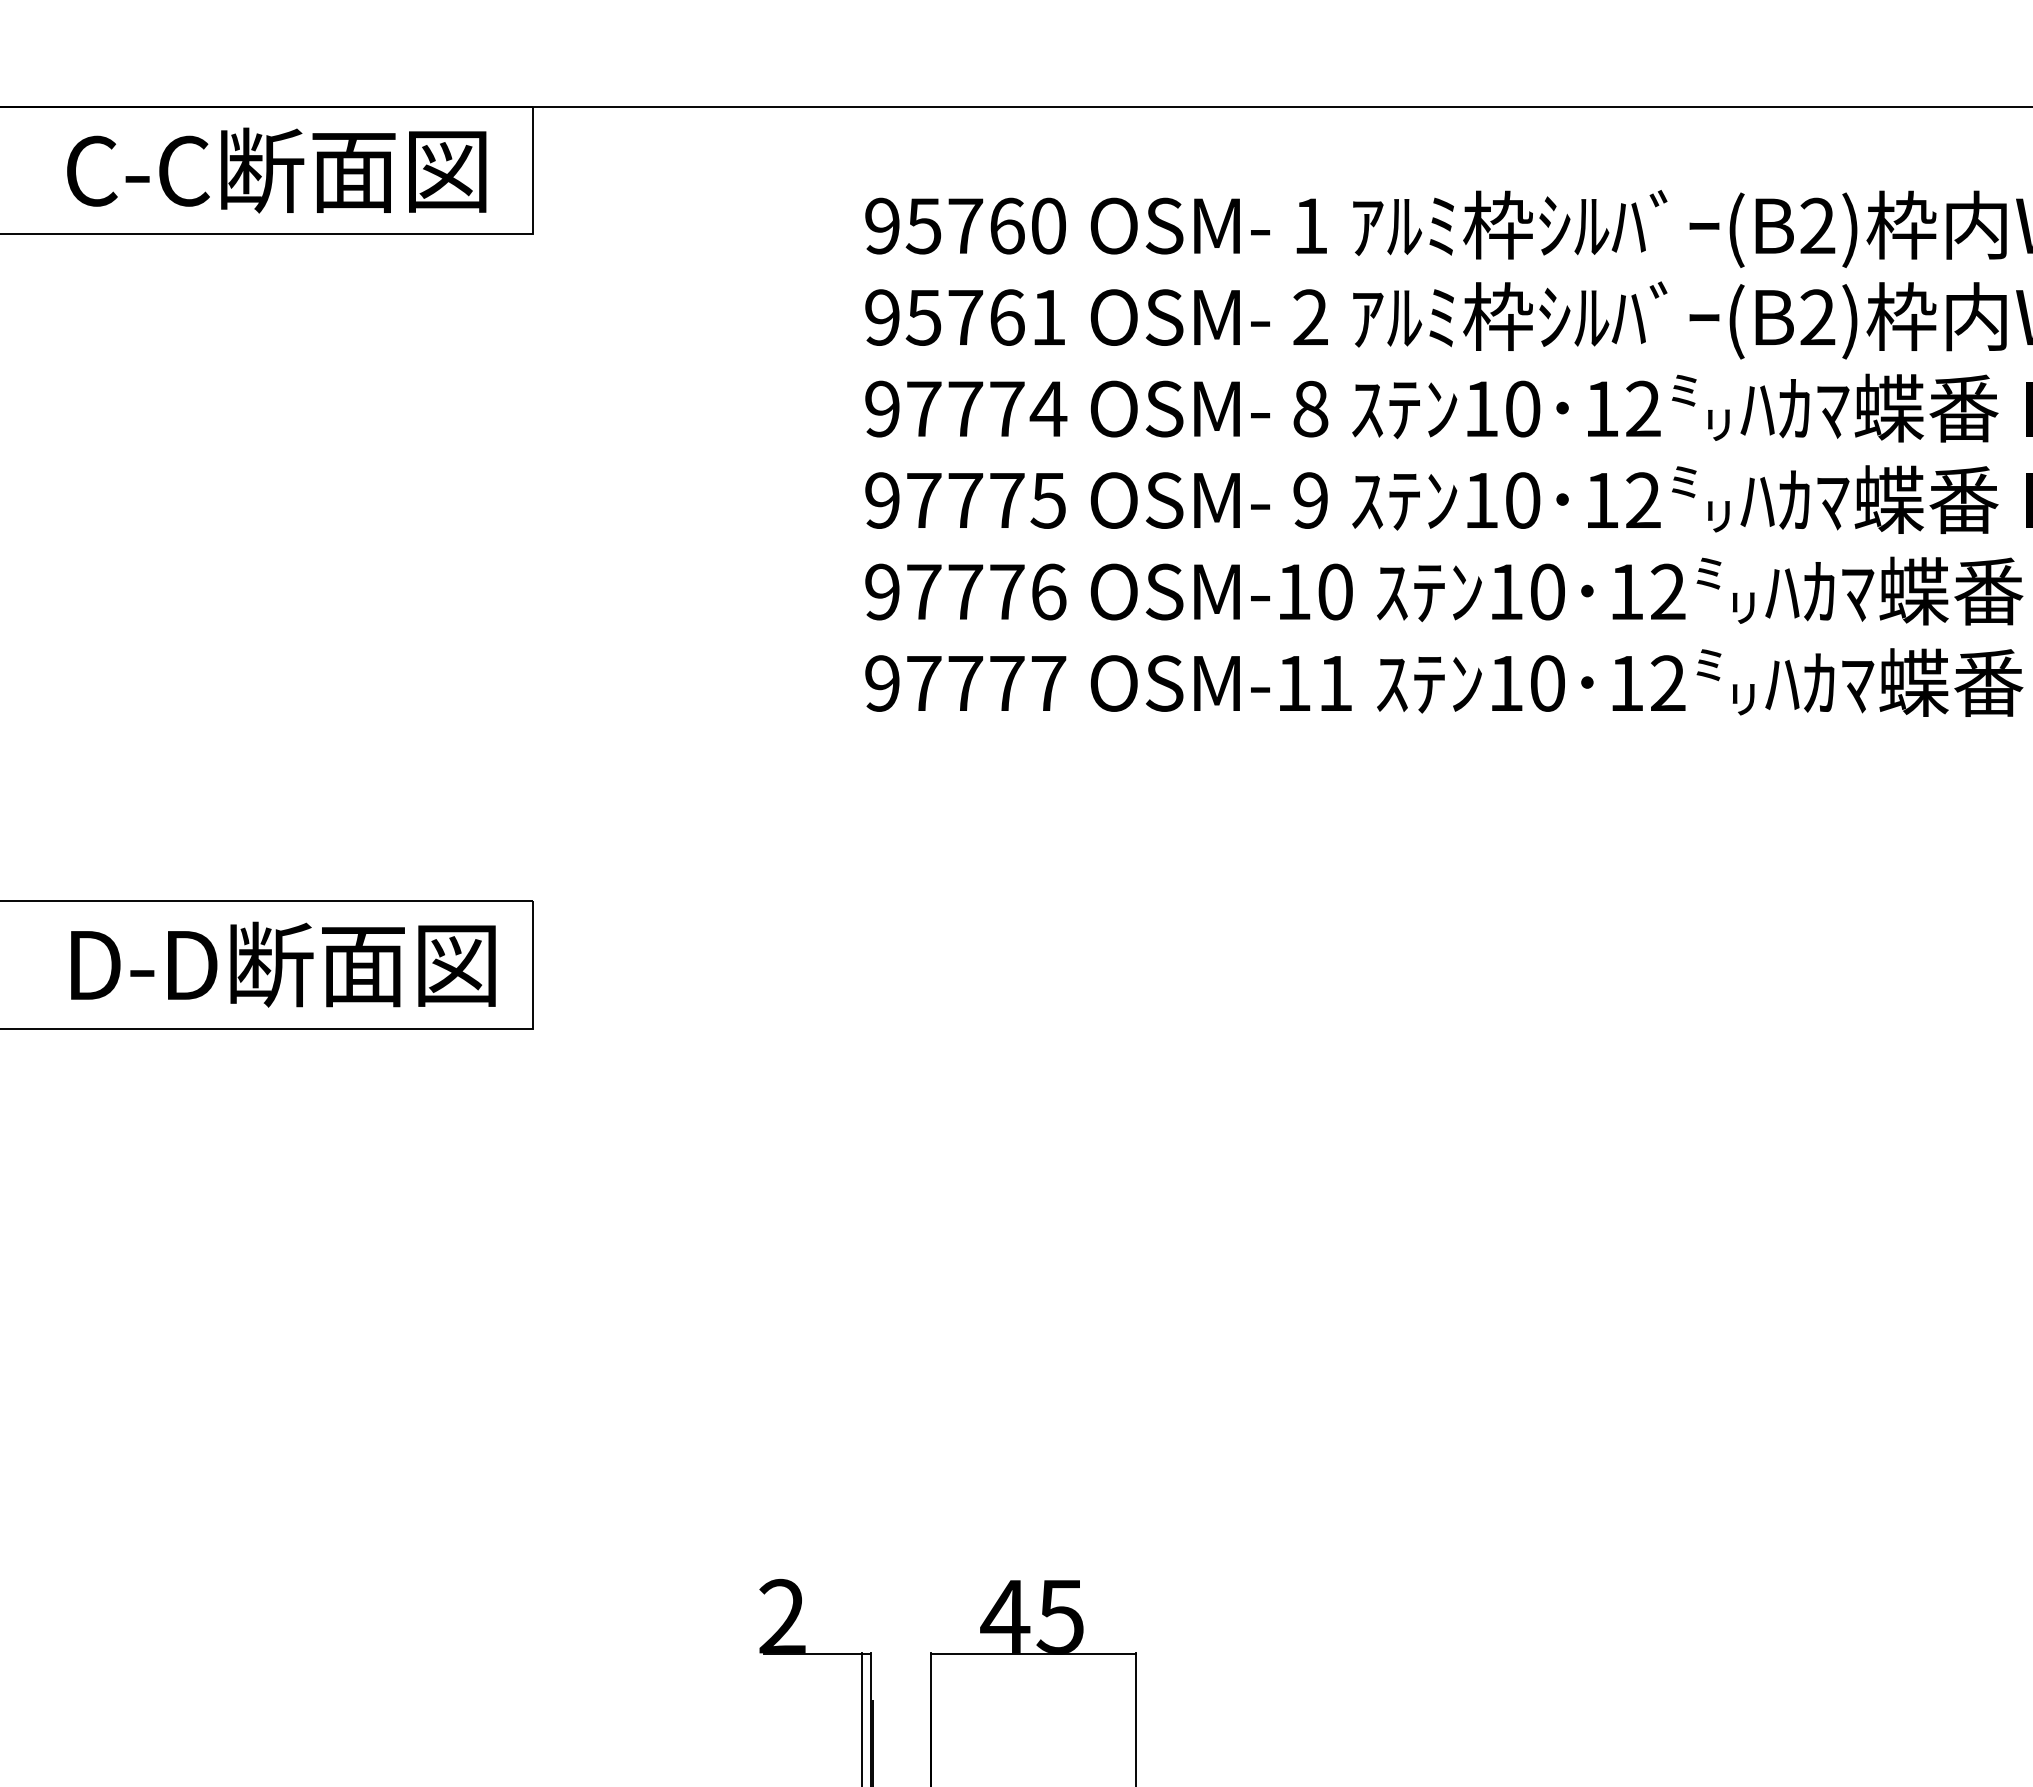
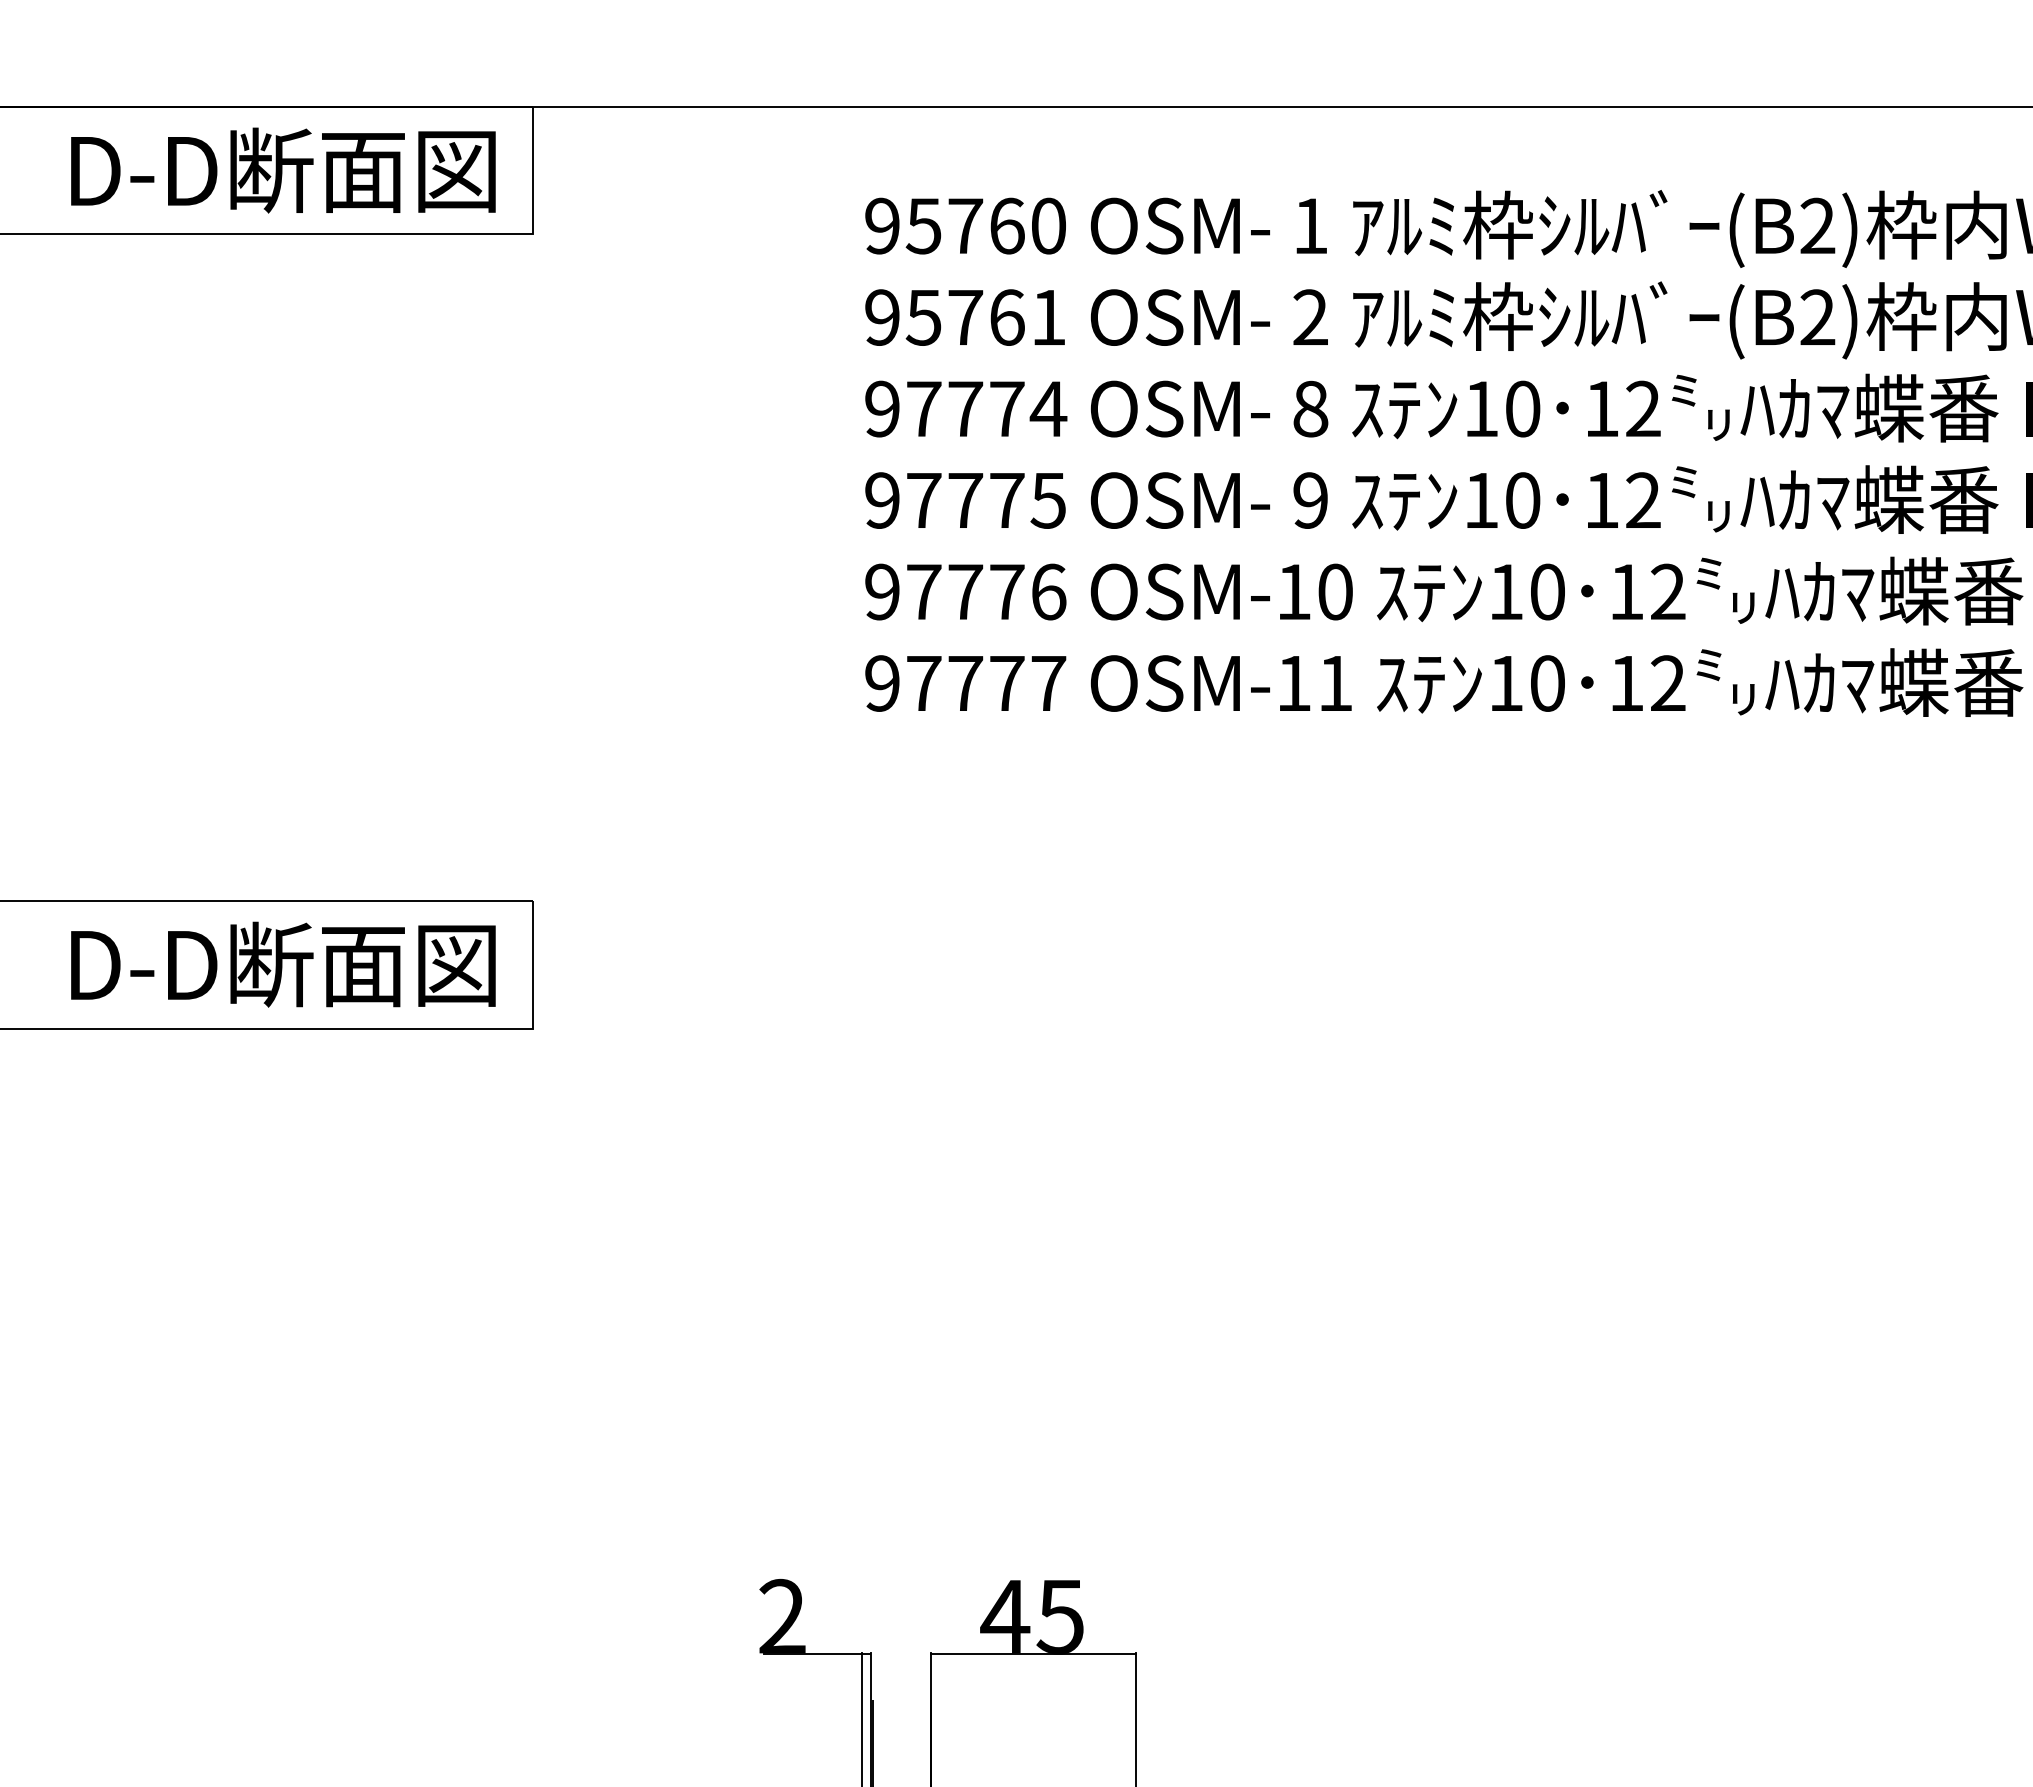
text at (281, 170): C-C断面図 -> D-D断面図
